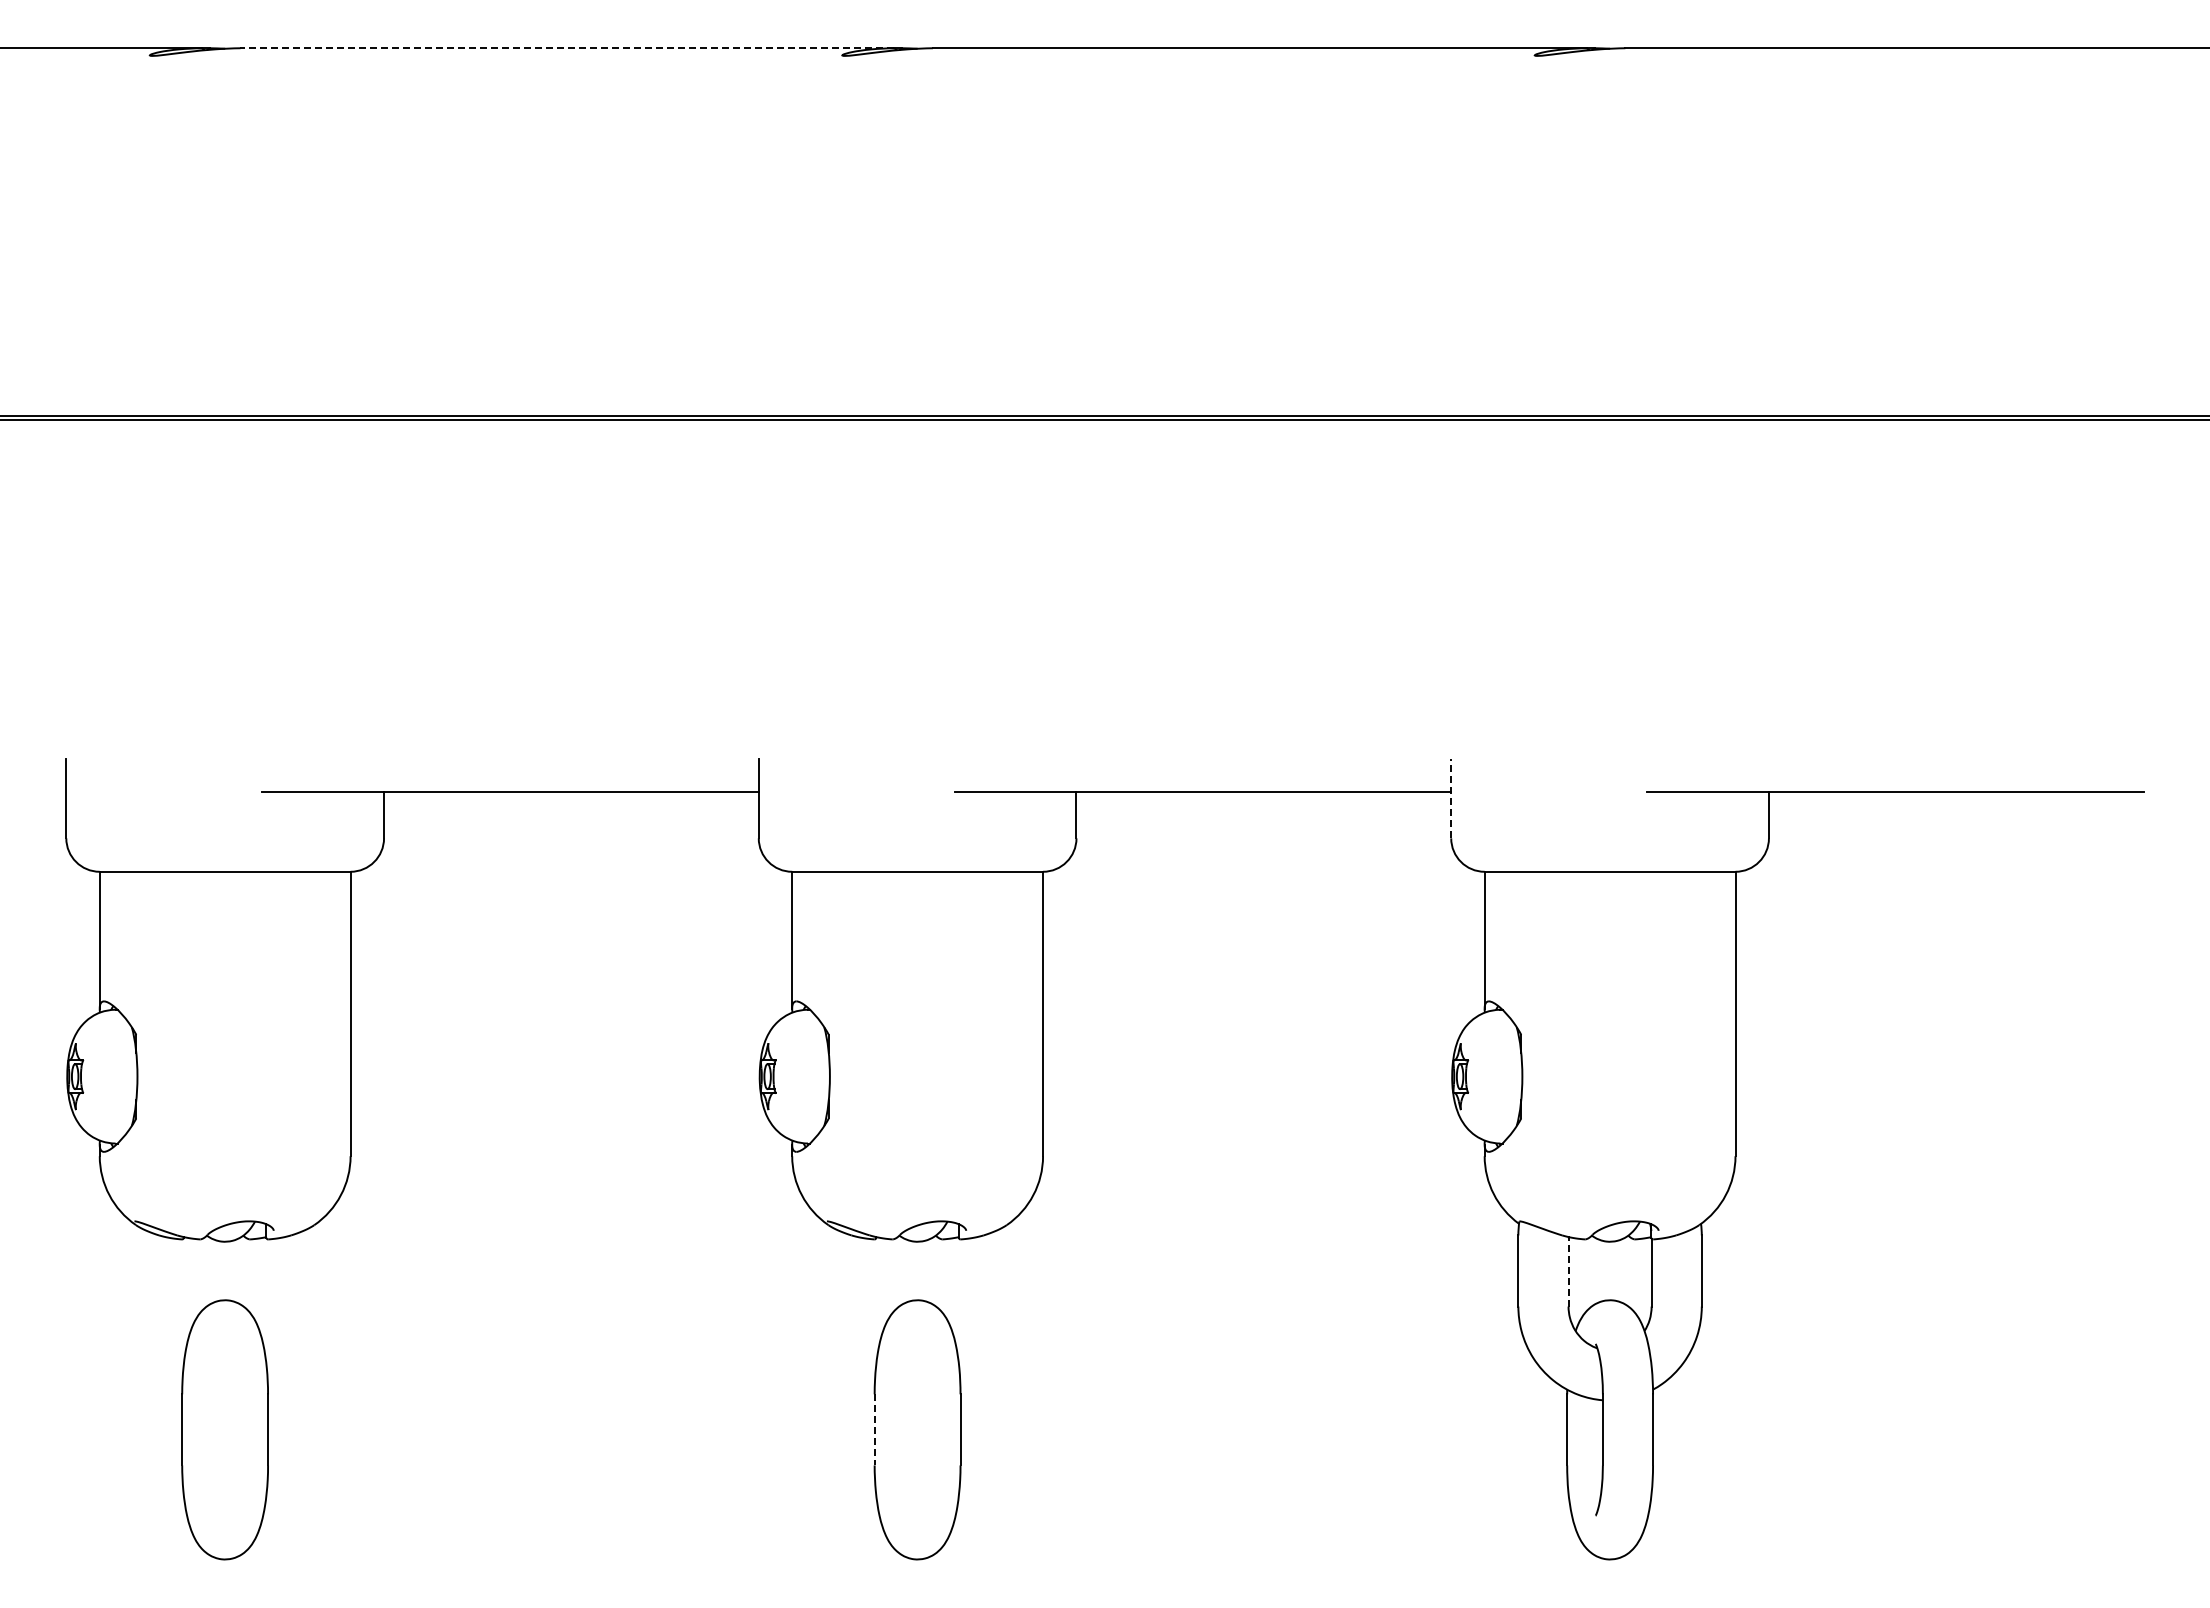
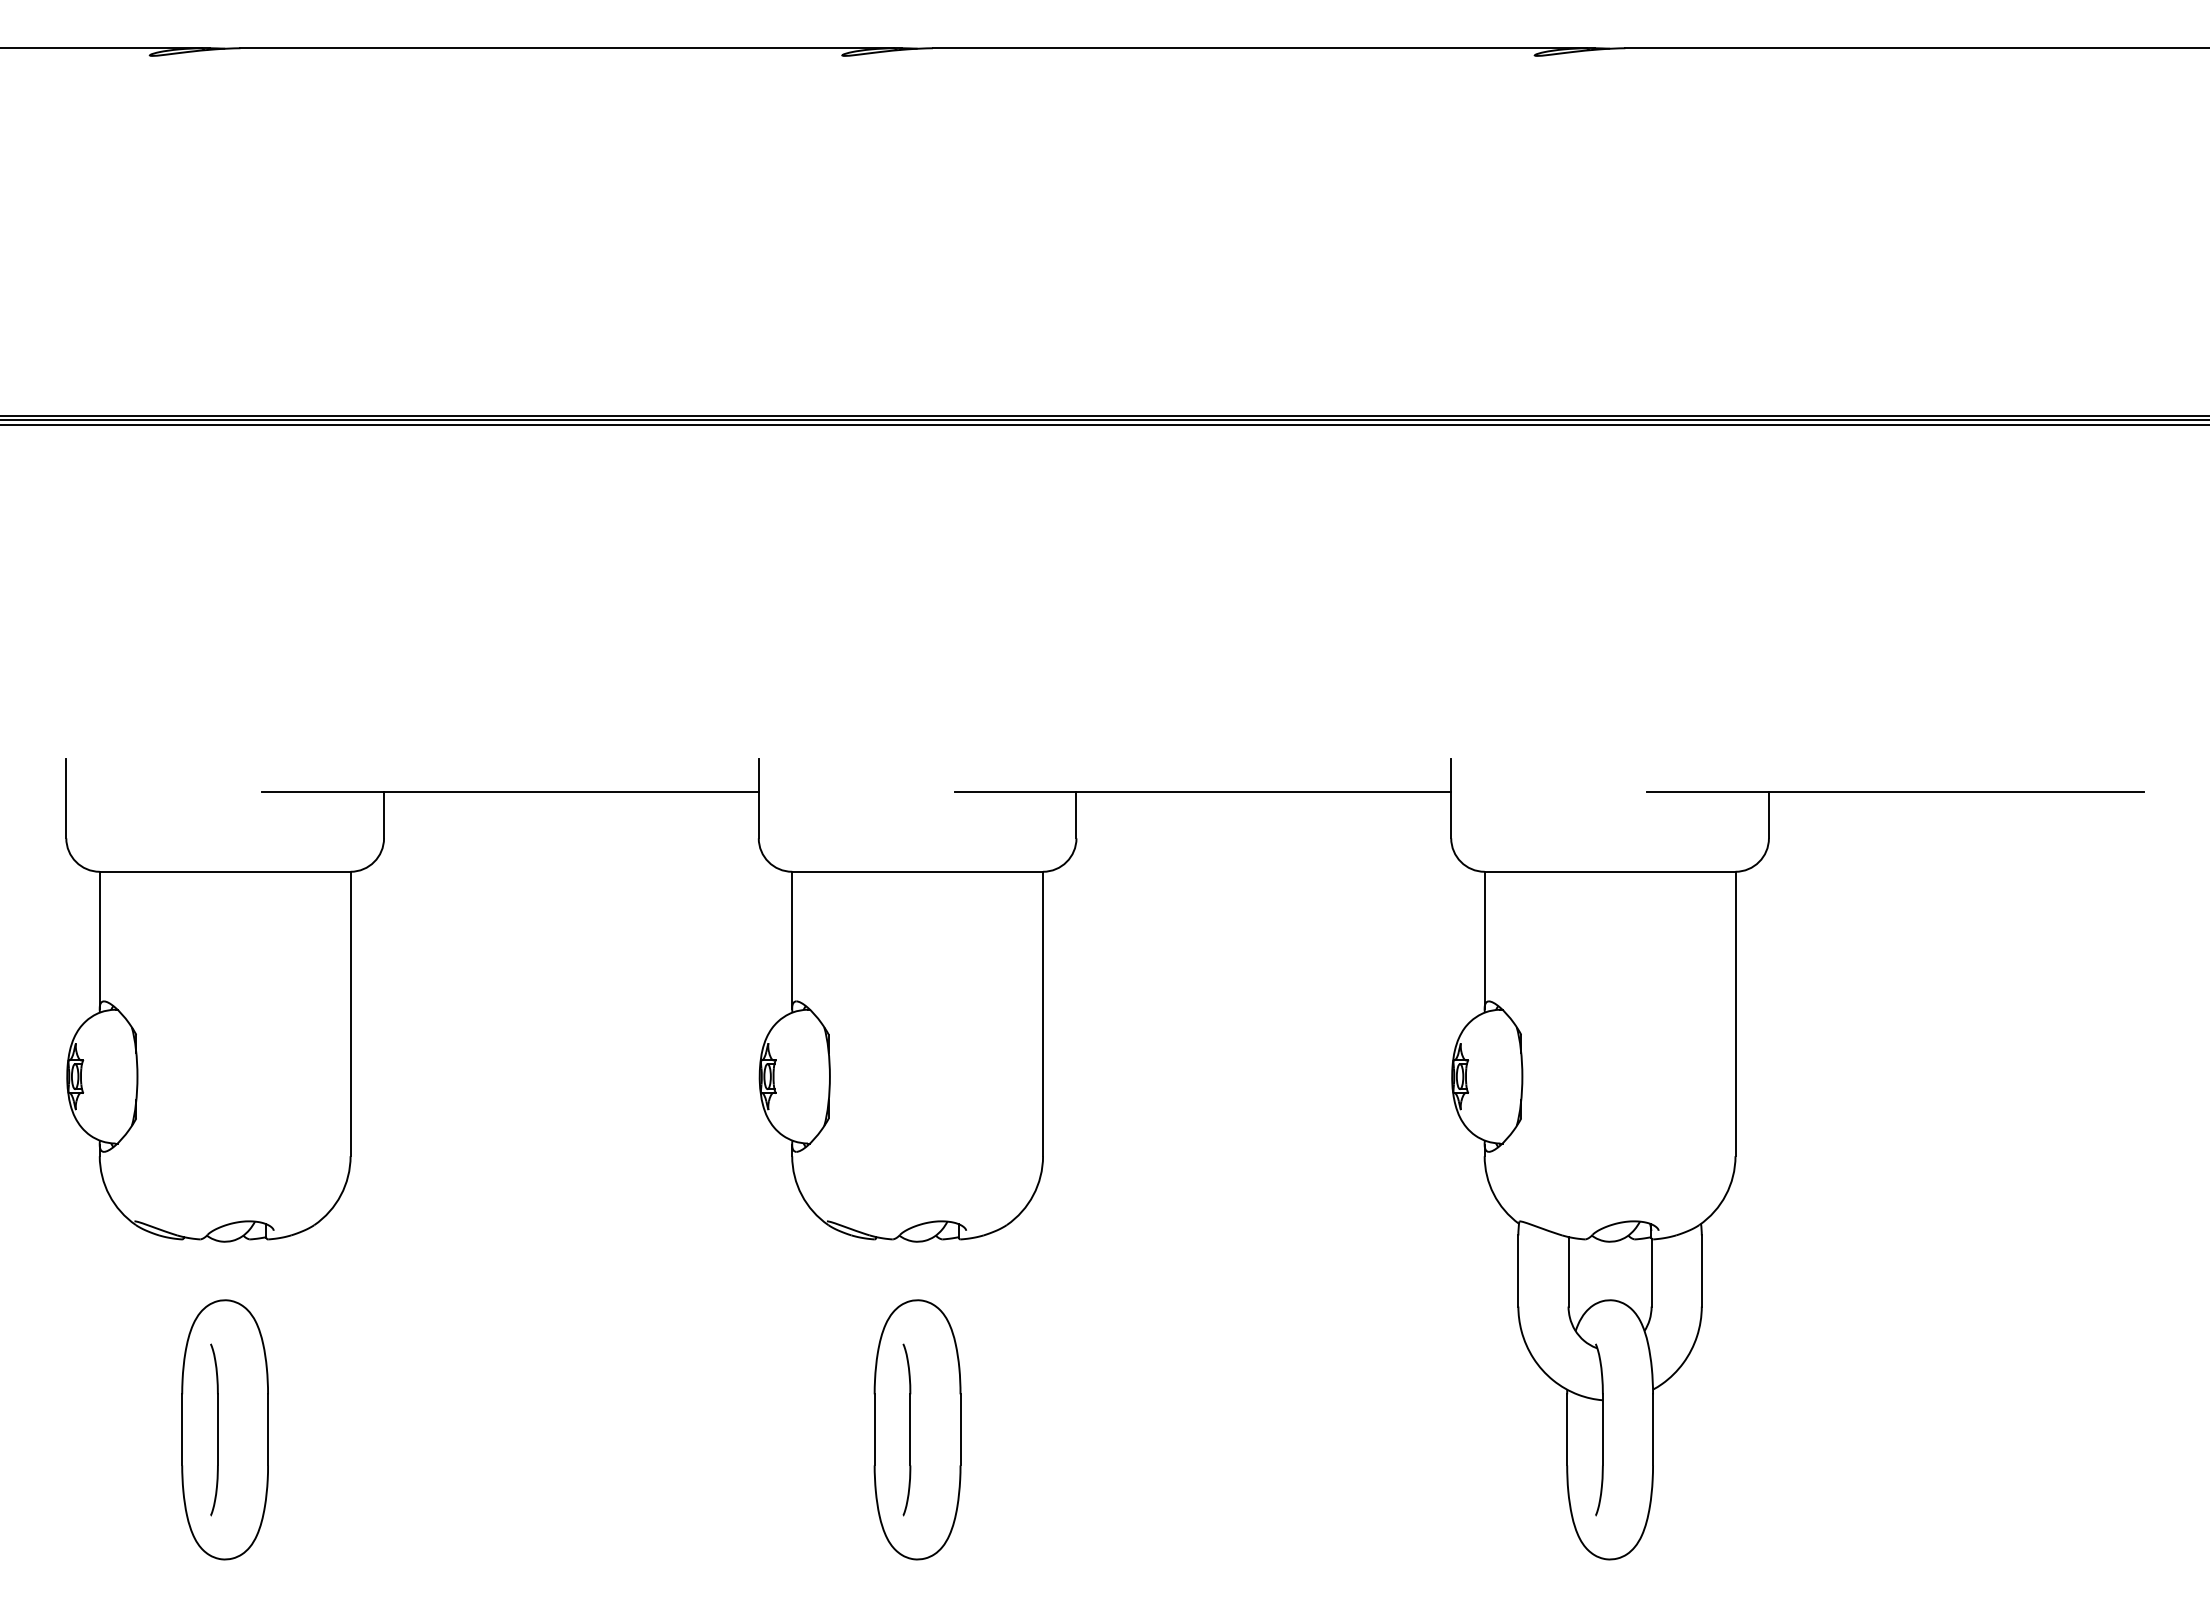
line at (567, 48): dashed -> solid
line at (1104, 424): none -> present
line at (1451, 798): dashed -> solid
line at (1568, 1271): dashed -> solid
part at (214, 1429): none -> present
line at (874, 1429): dashed -> solid
part at (906, 1429): none -> present
